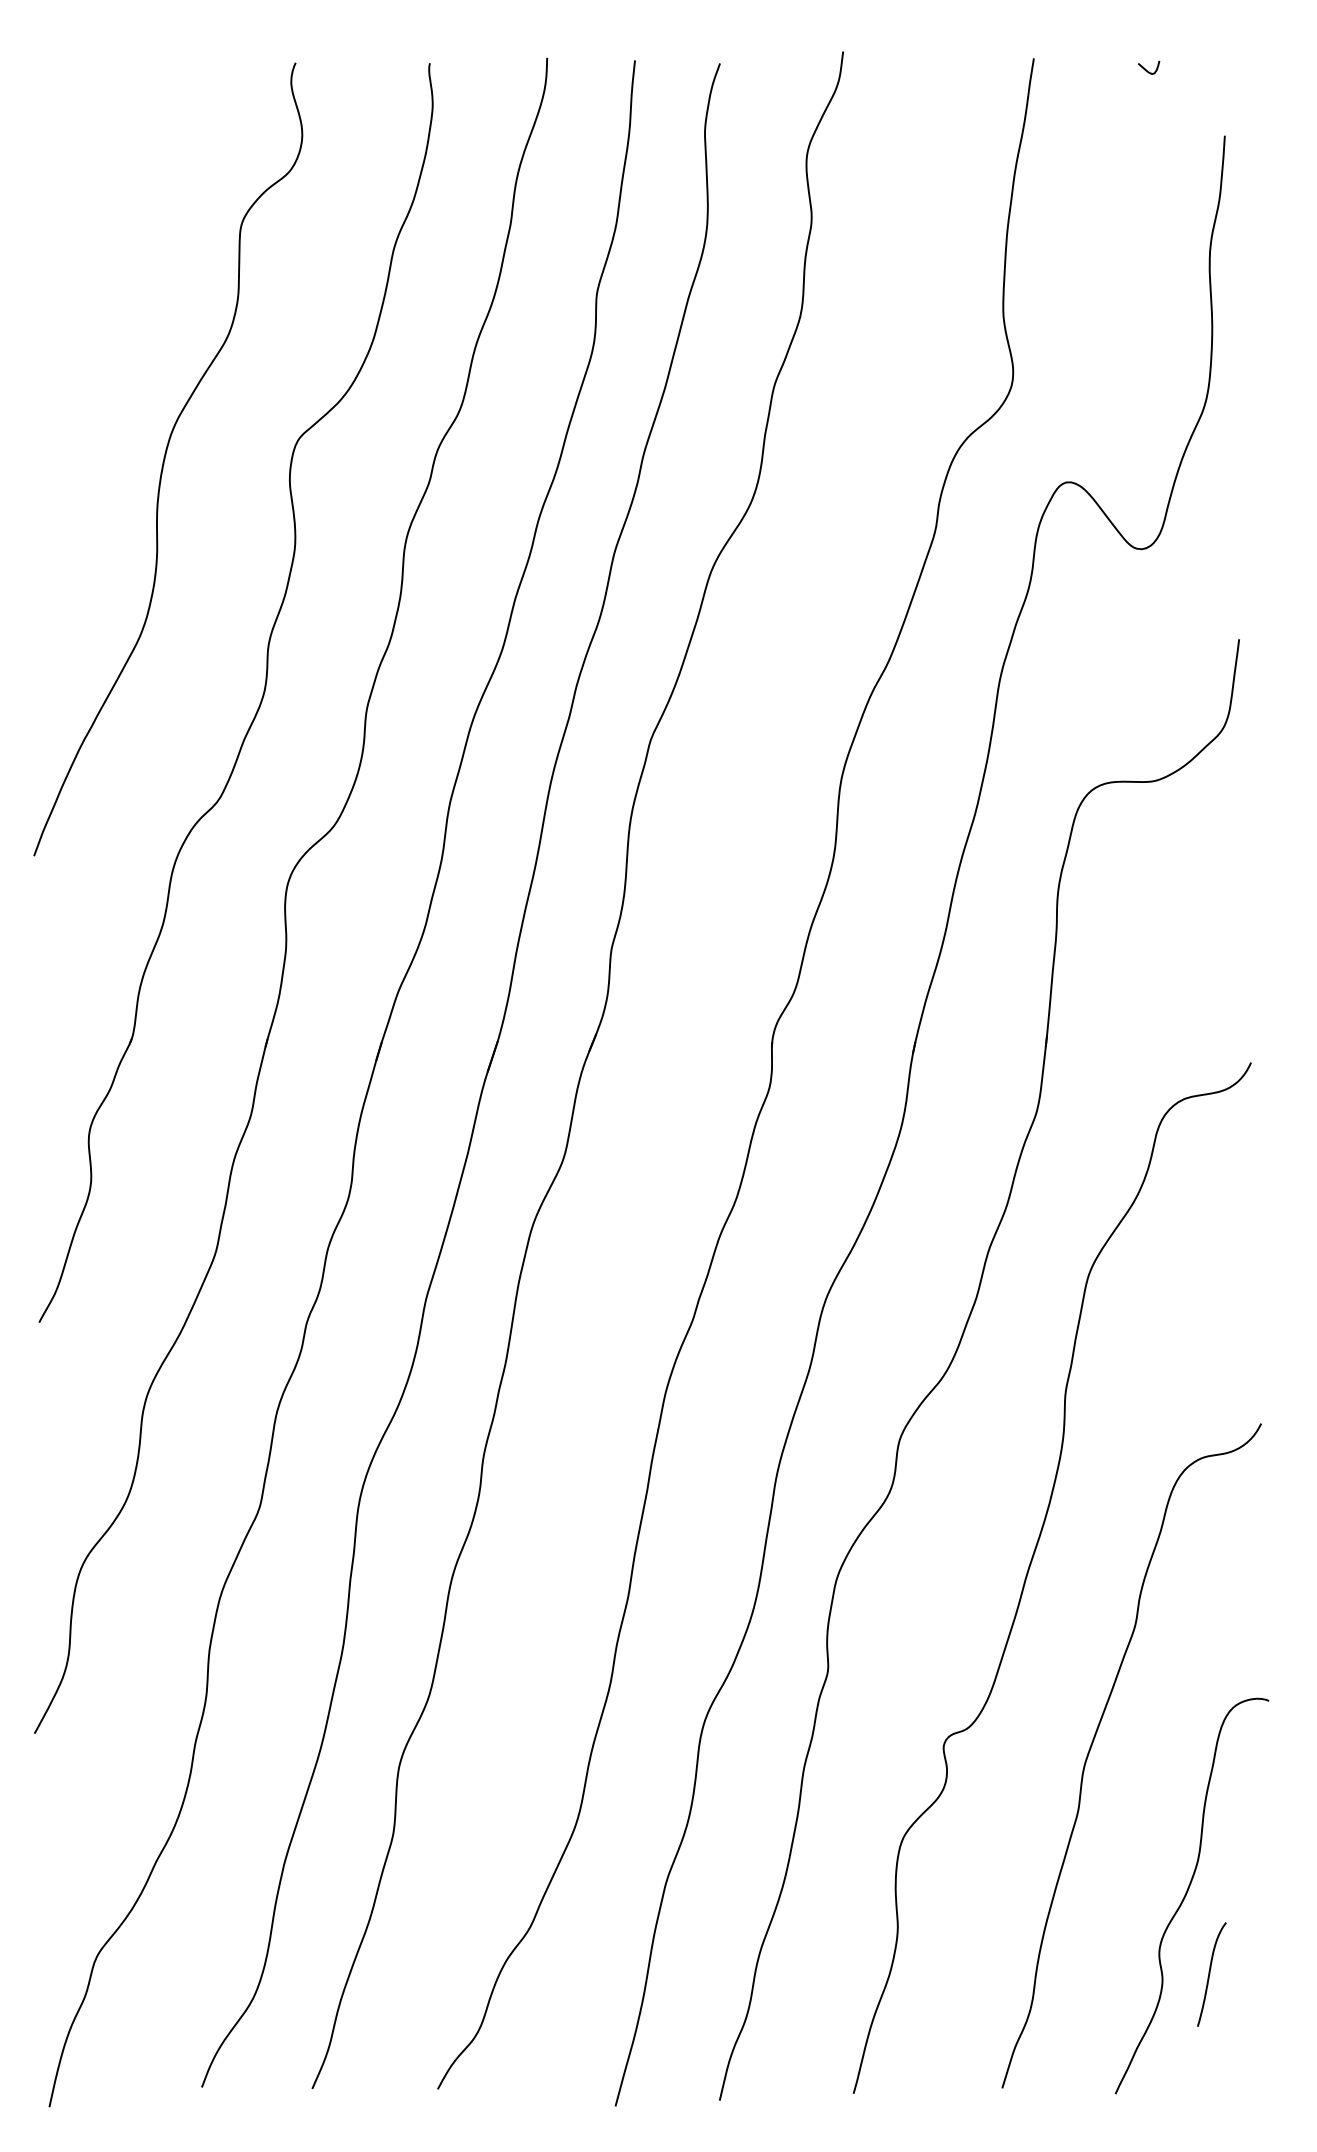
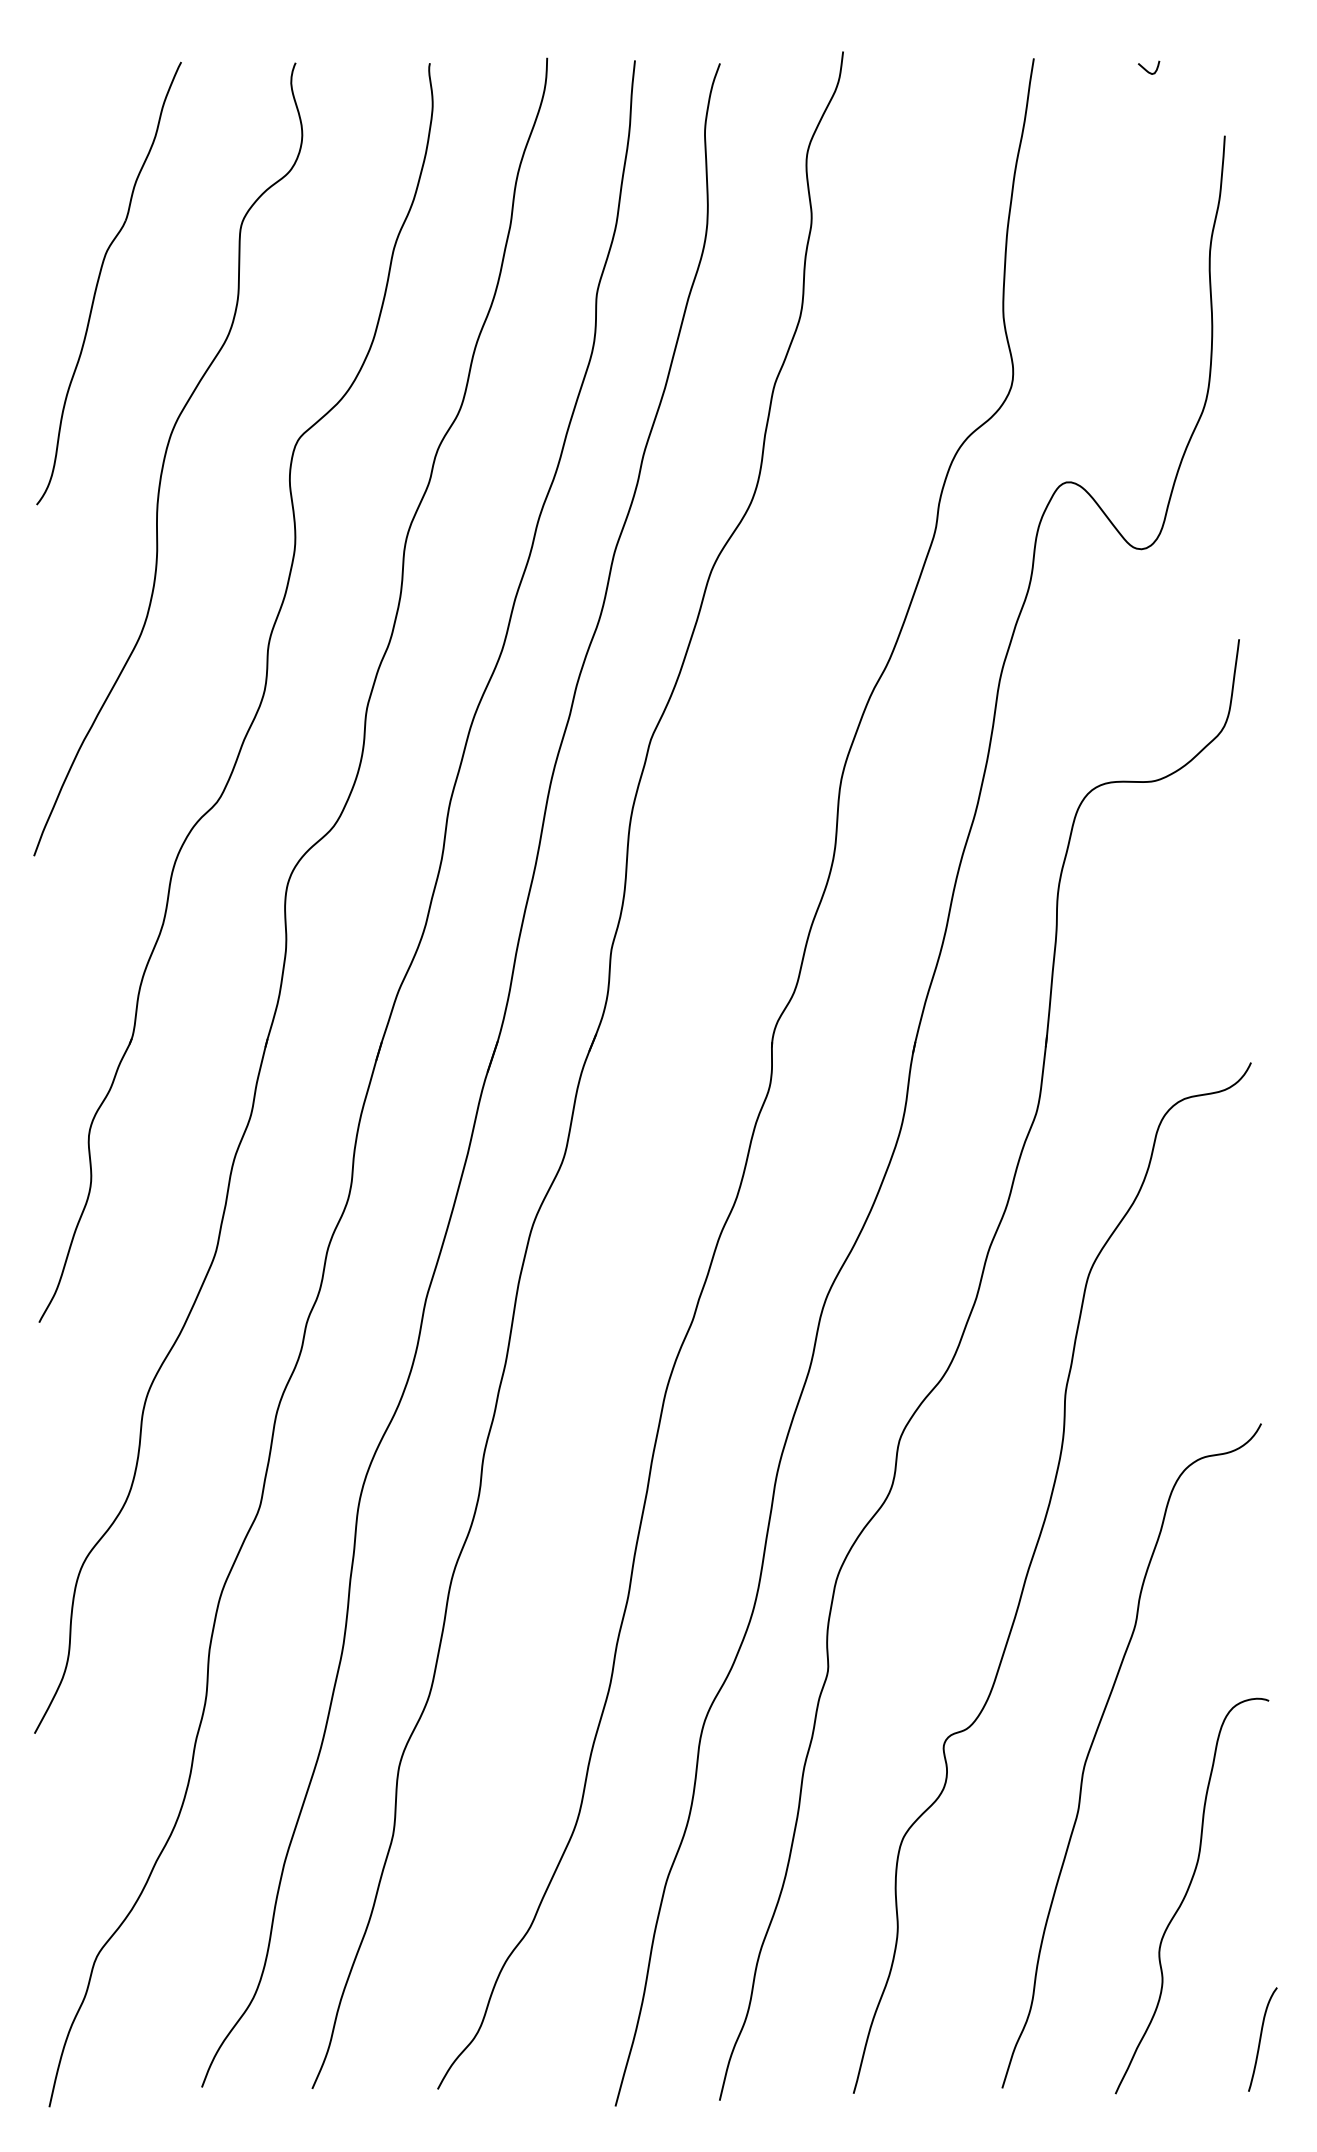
part at (99, 280): none -> present
curve at (1210, 1974) position: (1210, 1974) -> (1261, 2039)
